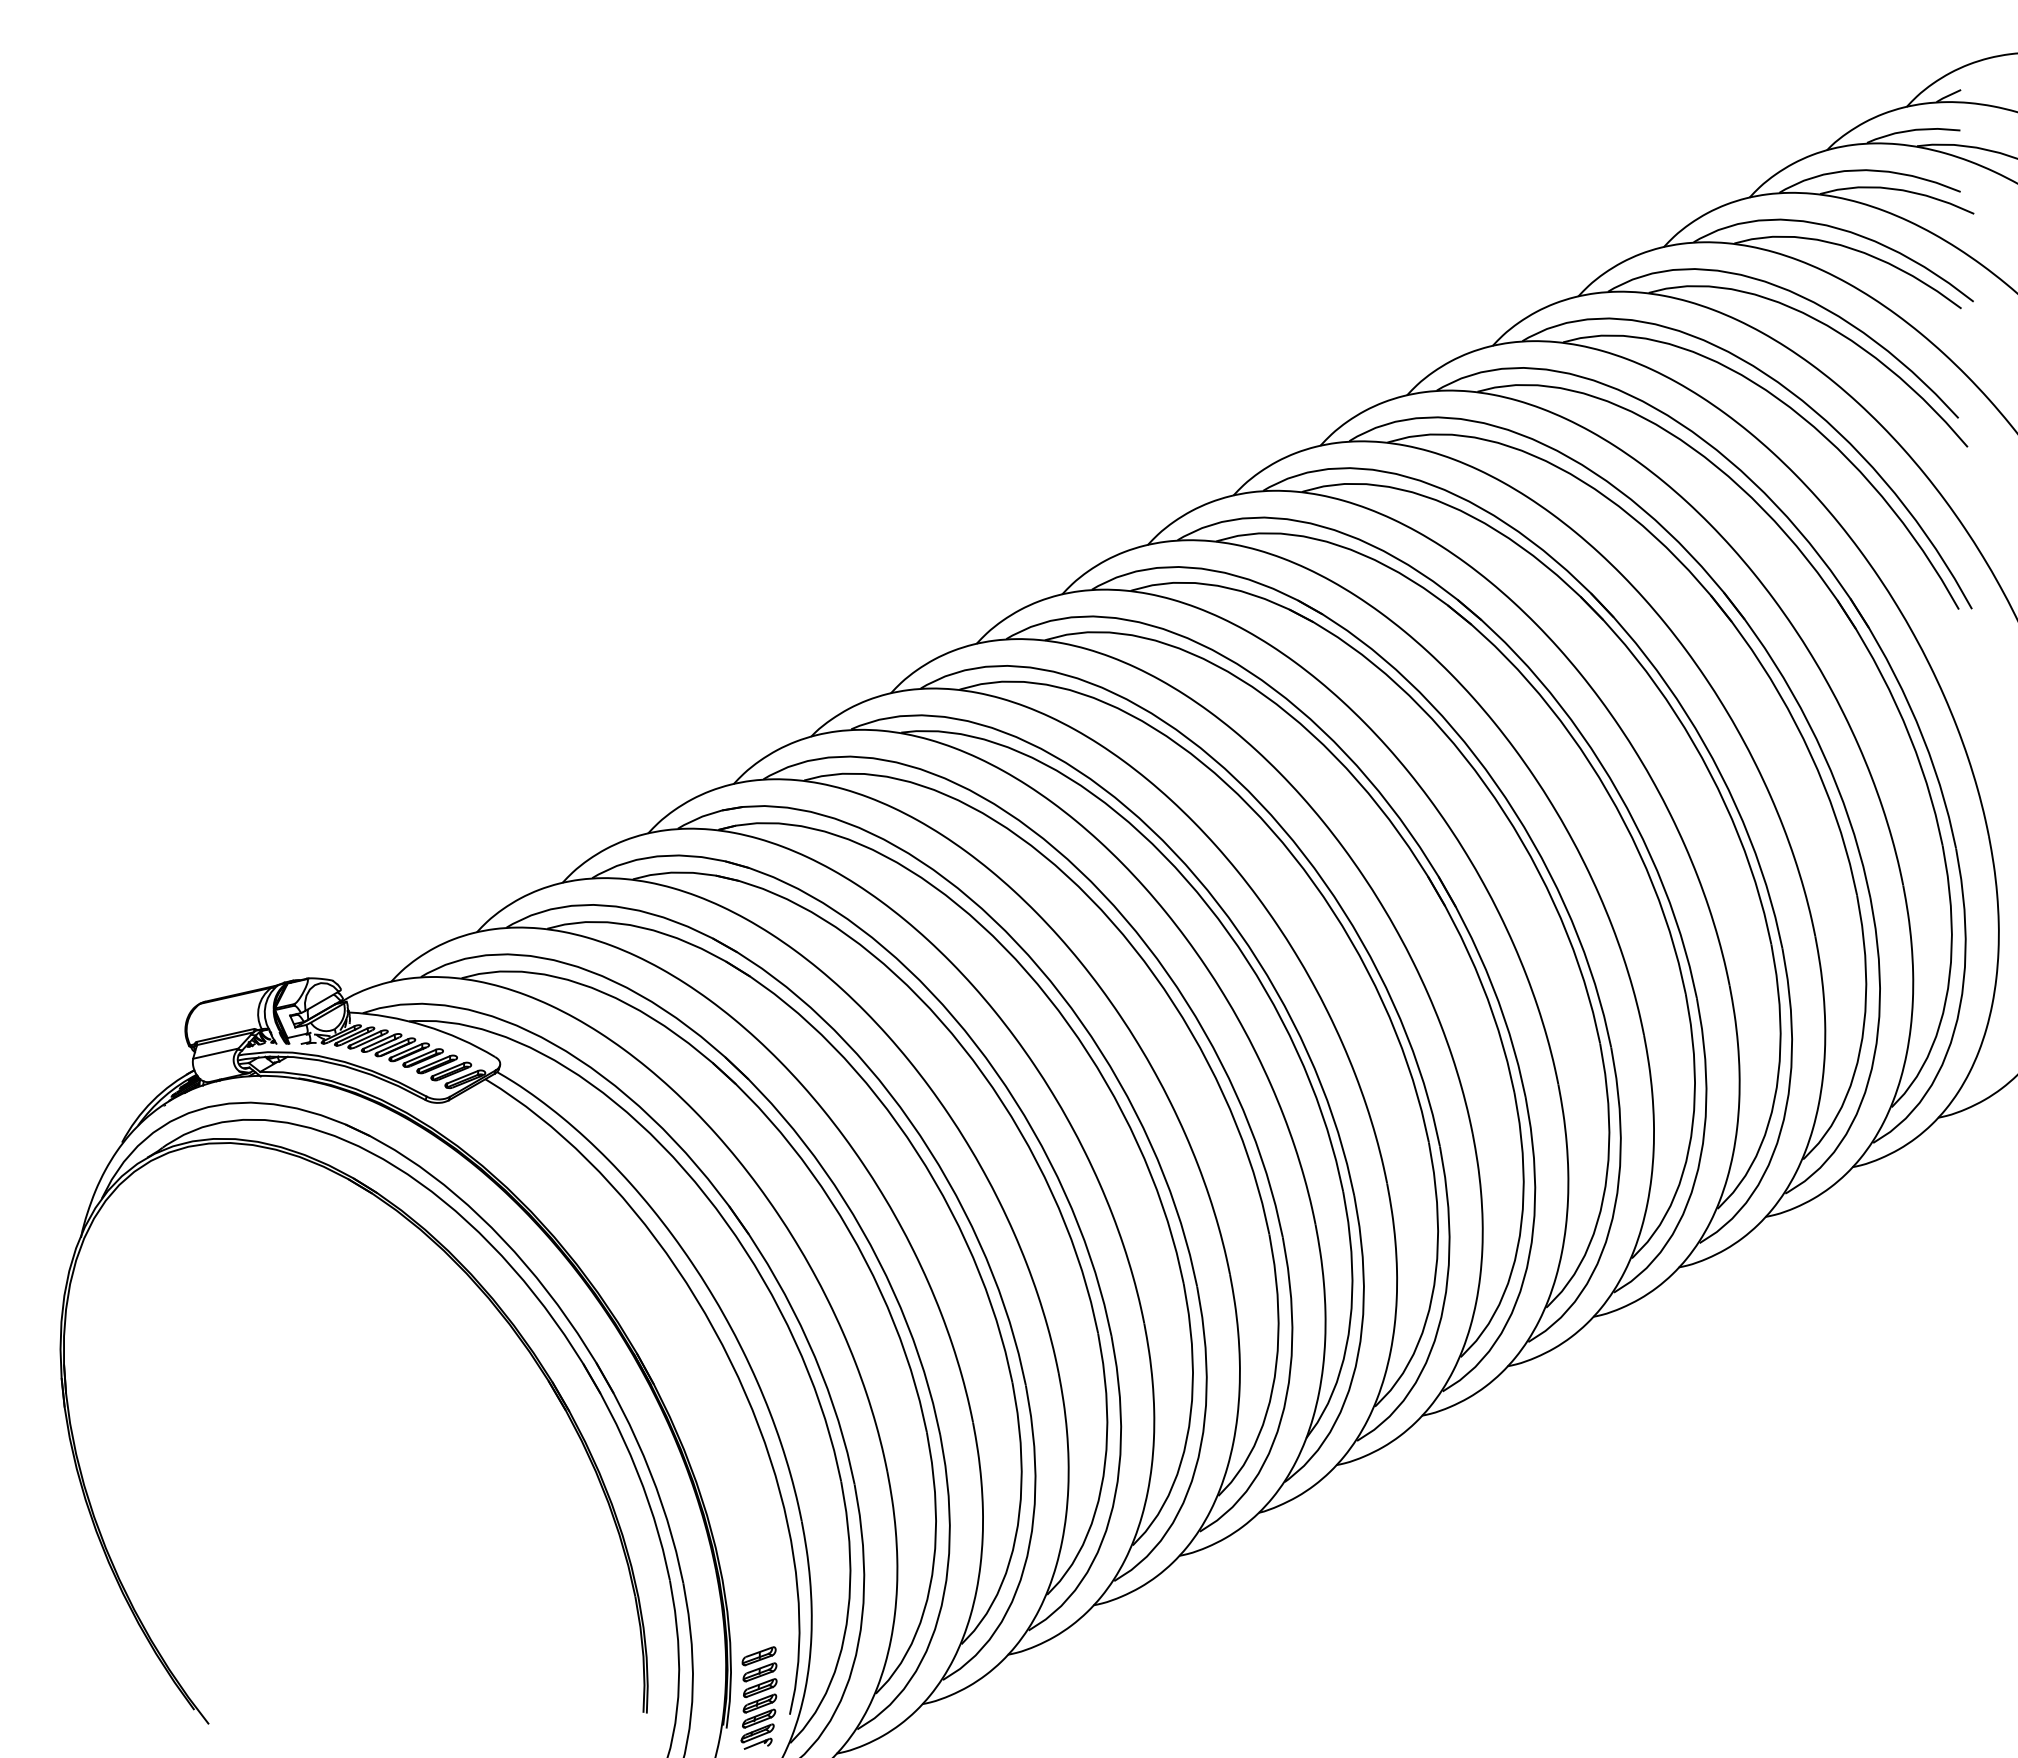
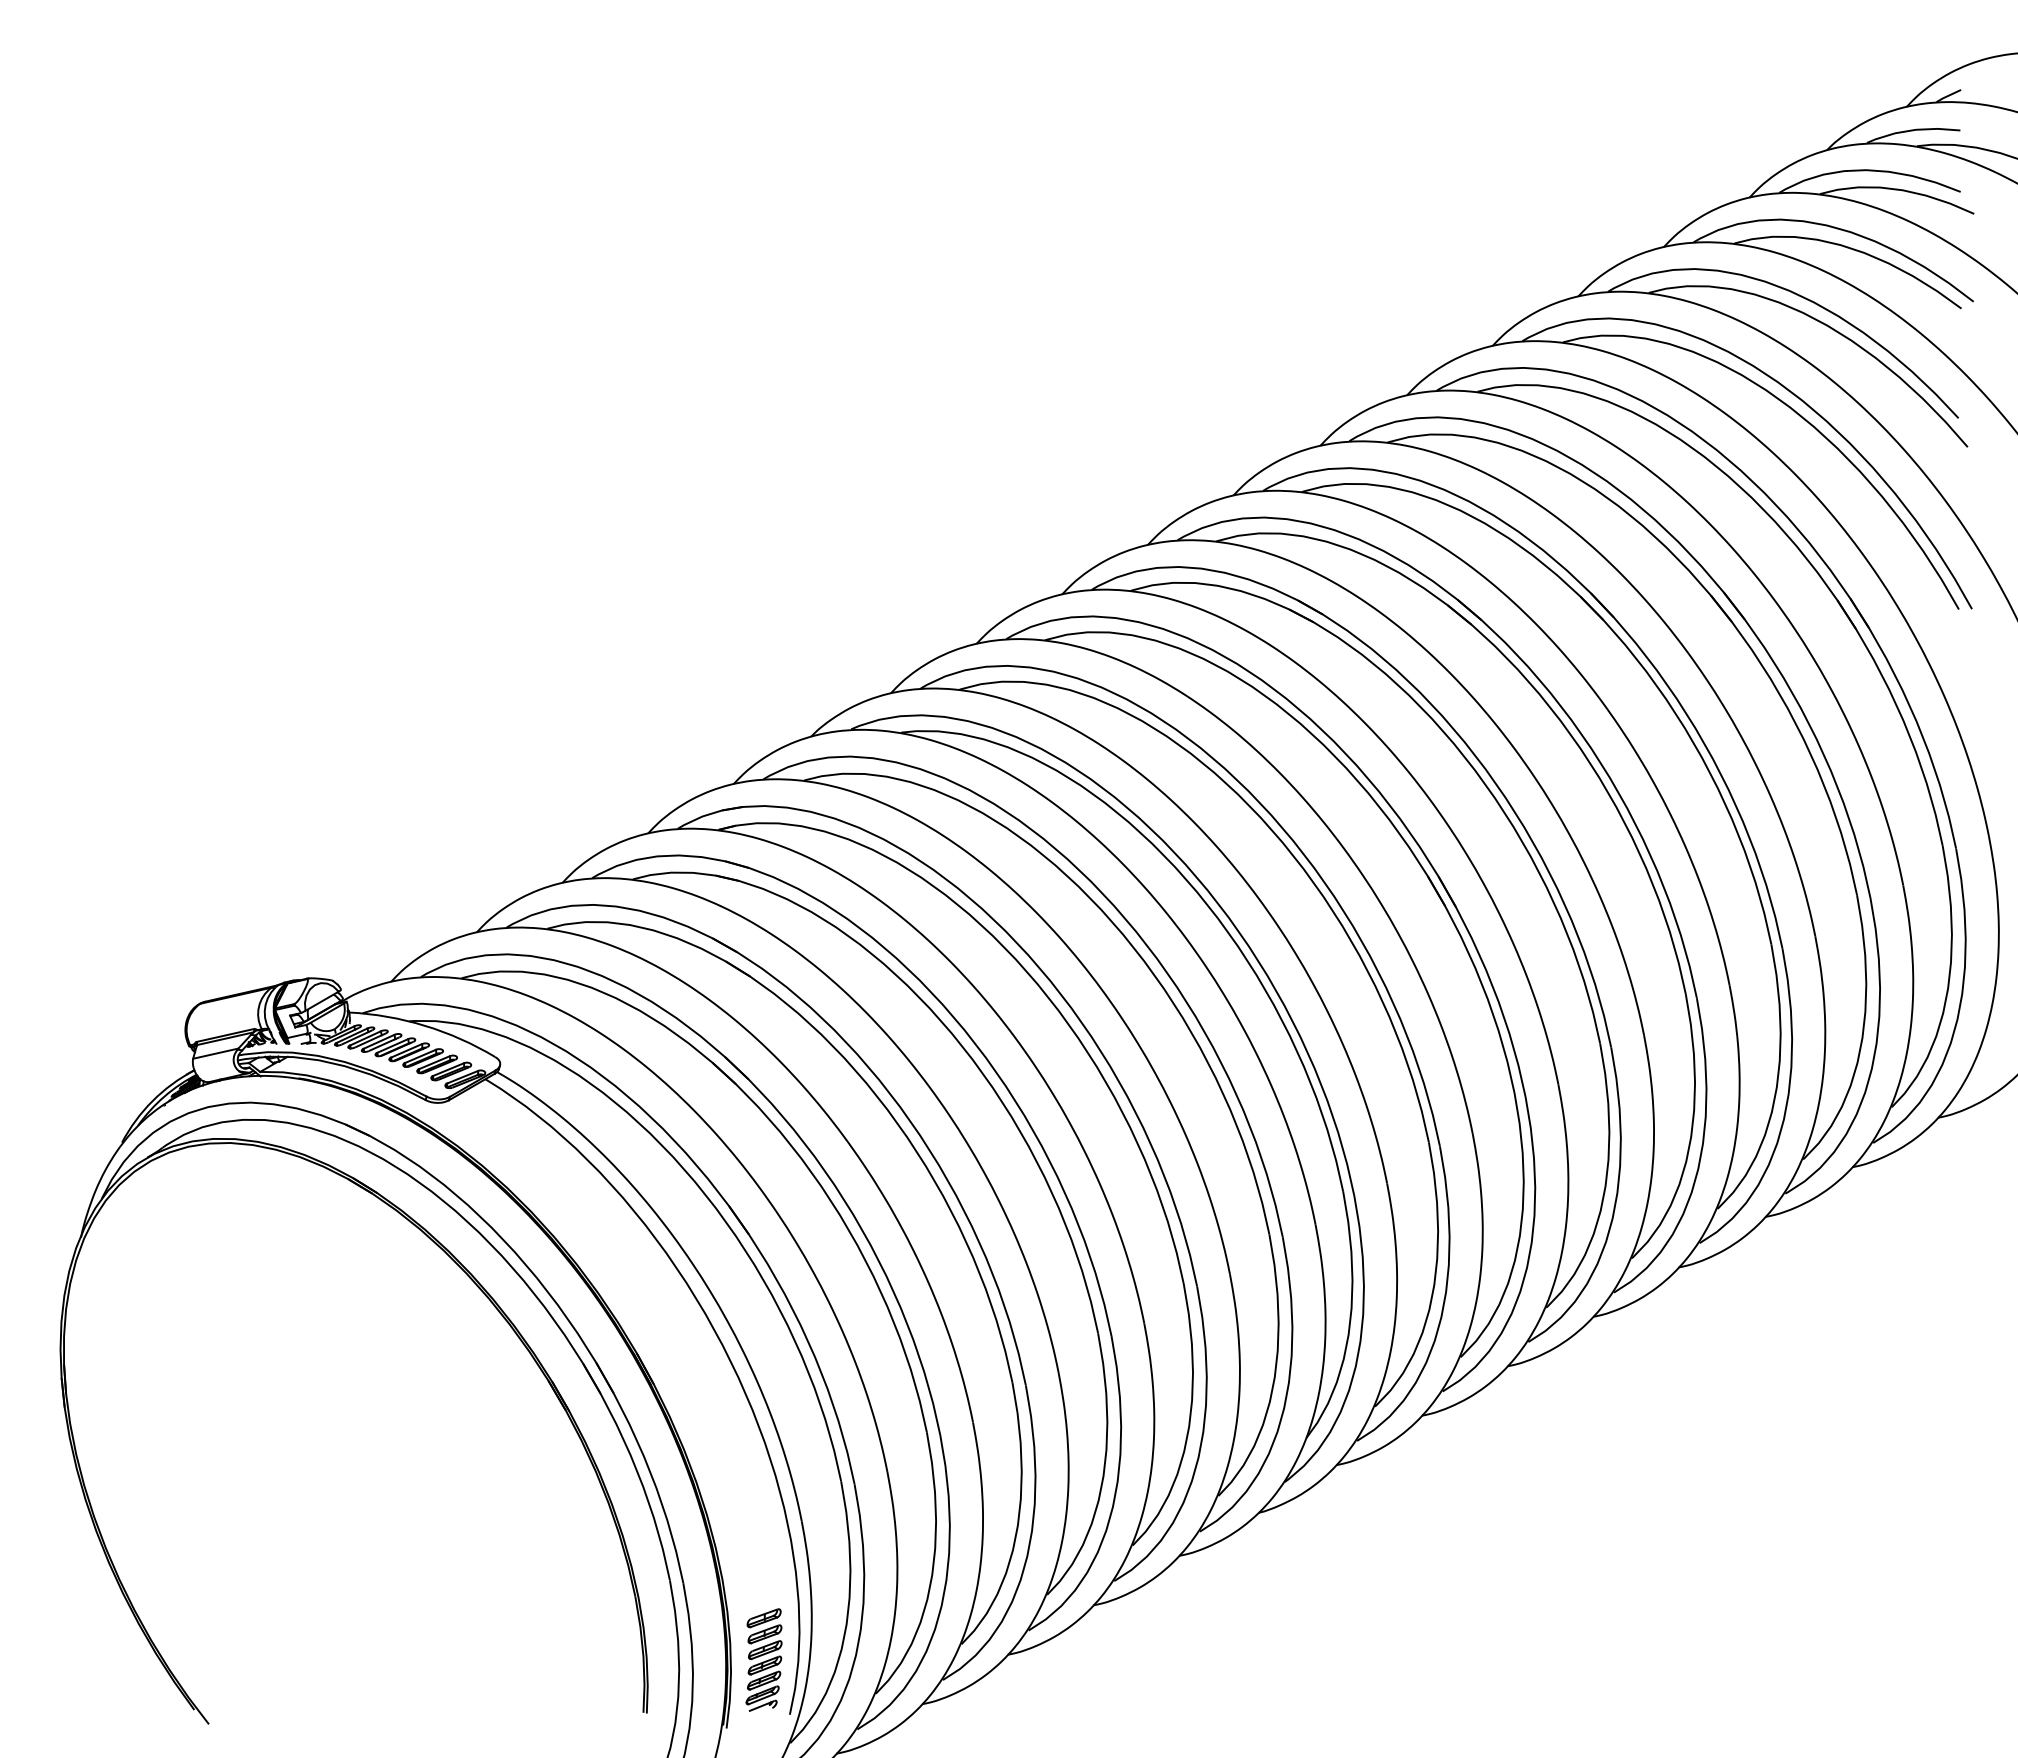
part at (758, 1697) position: (758, 1697) -> (763, 1659)
